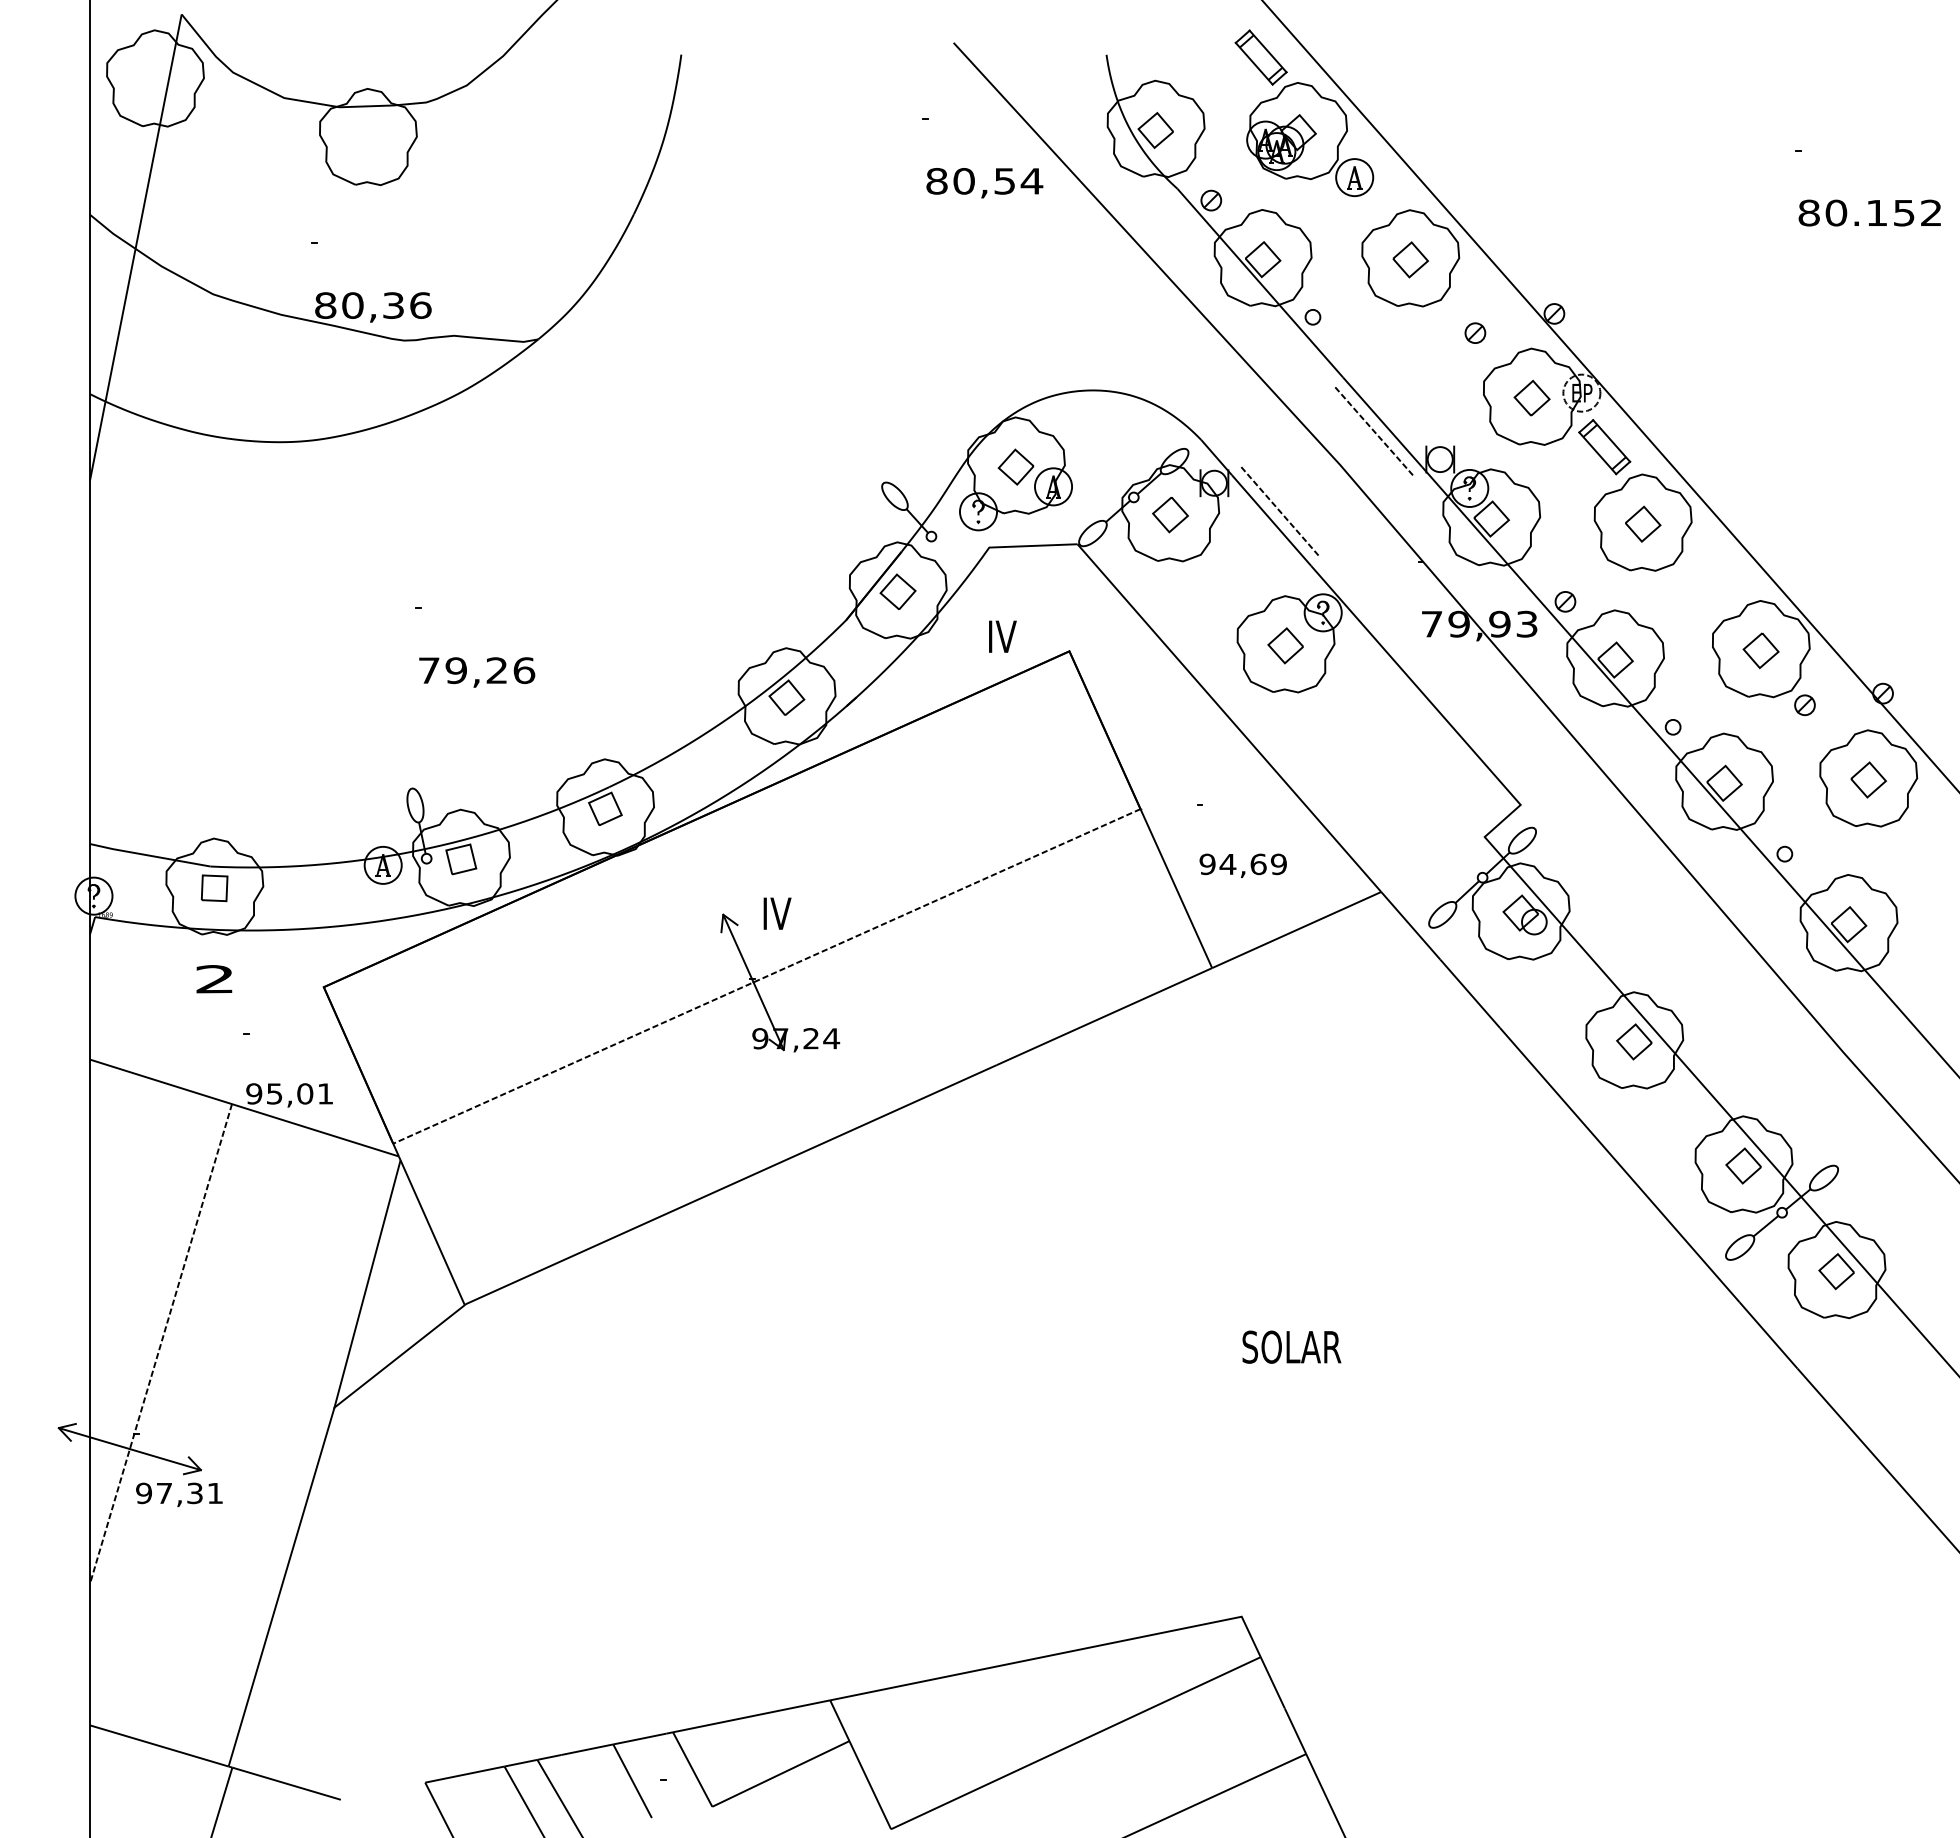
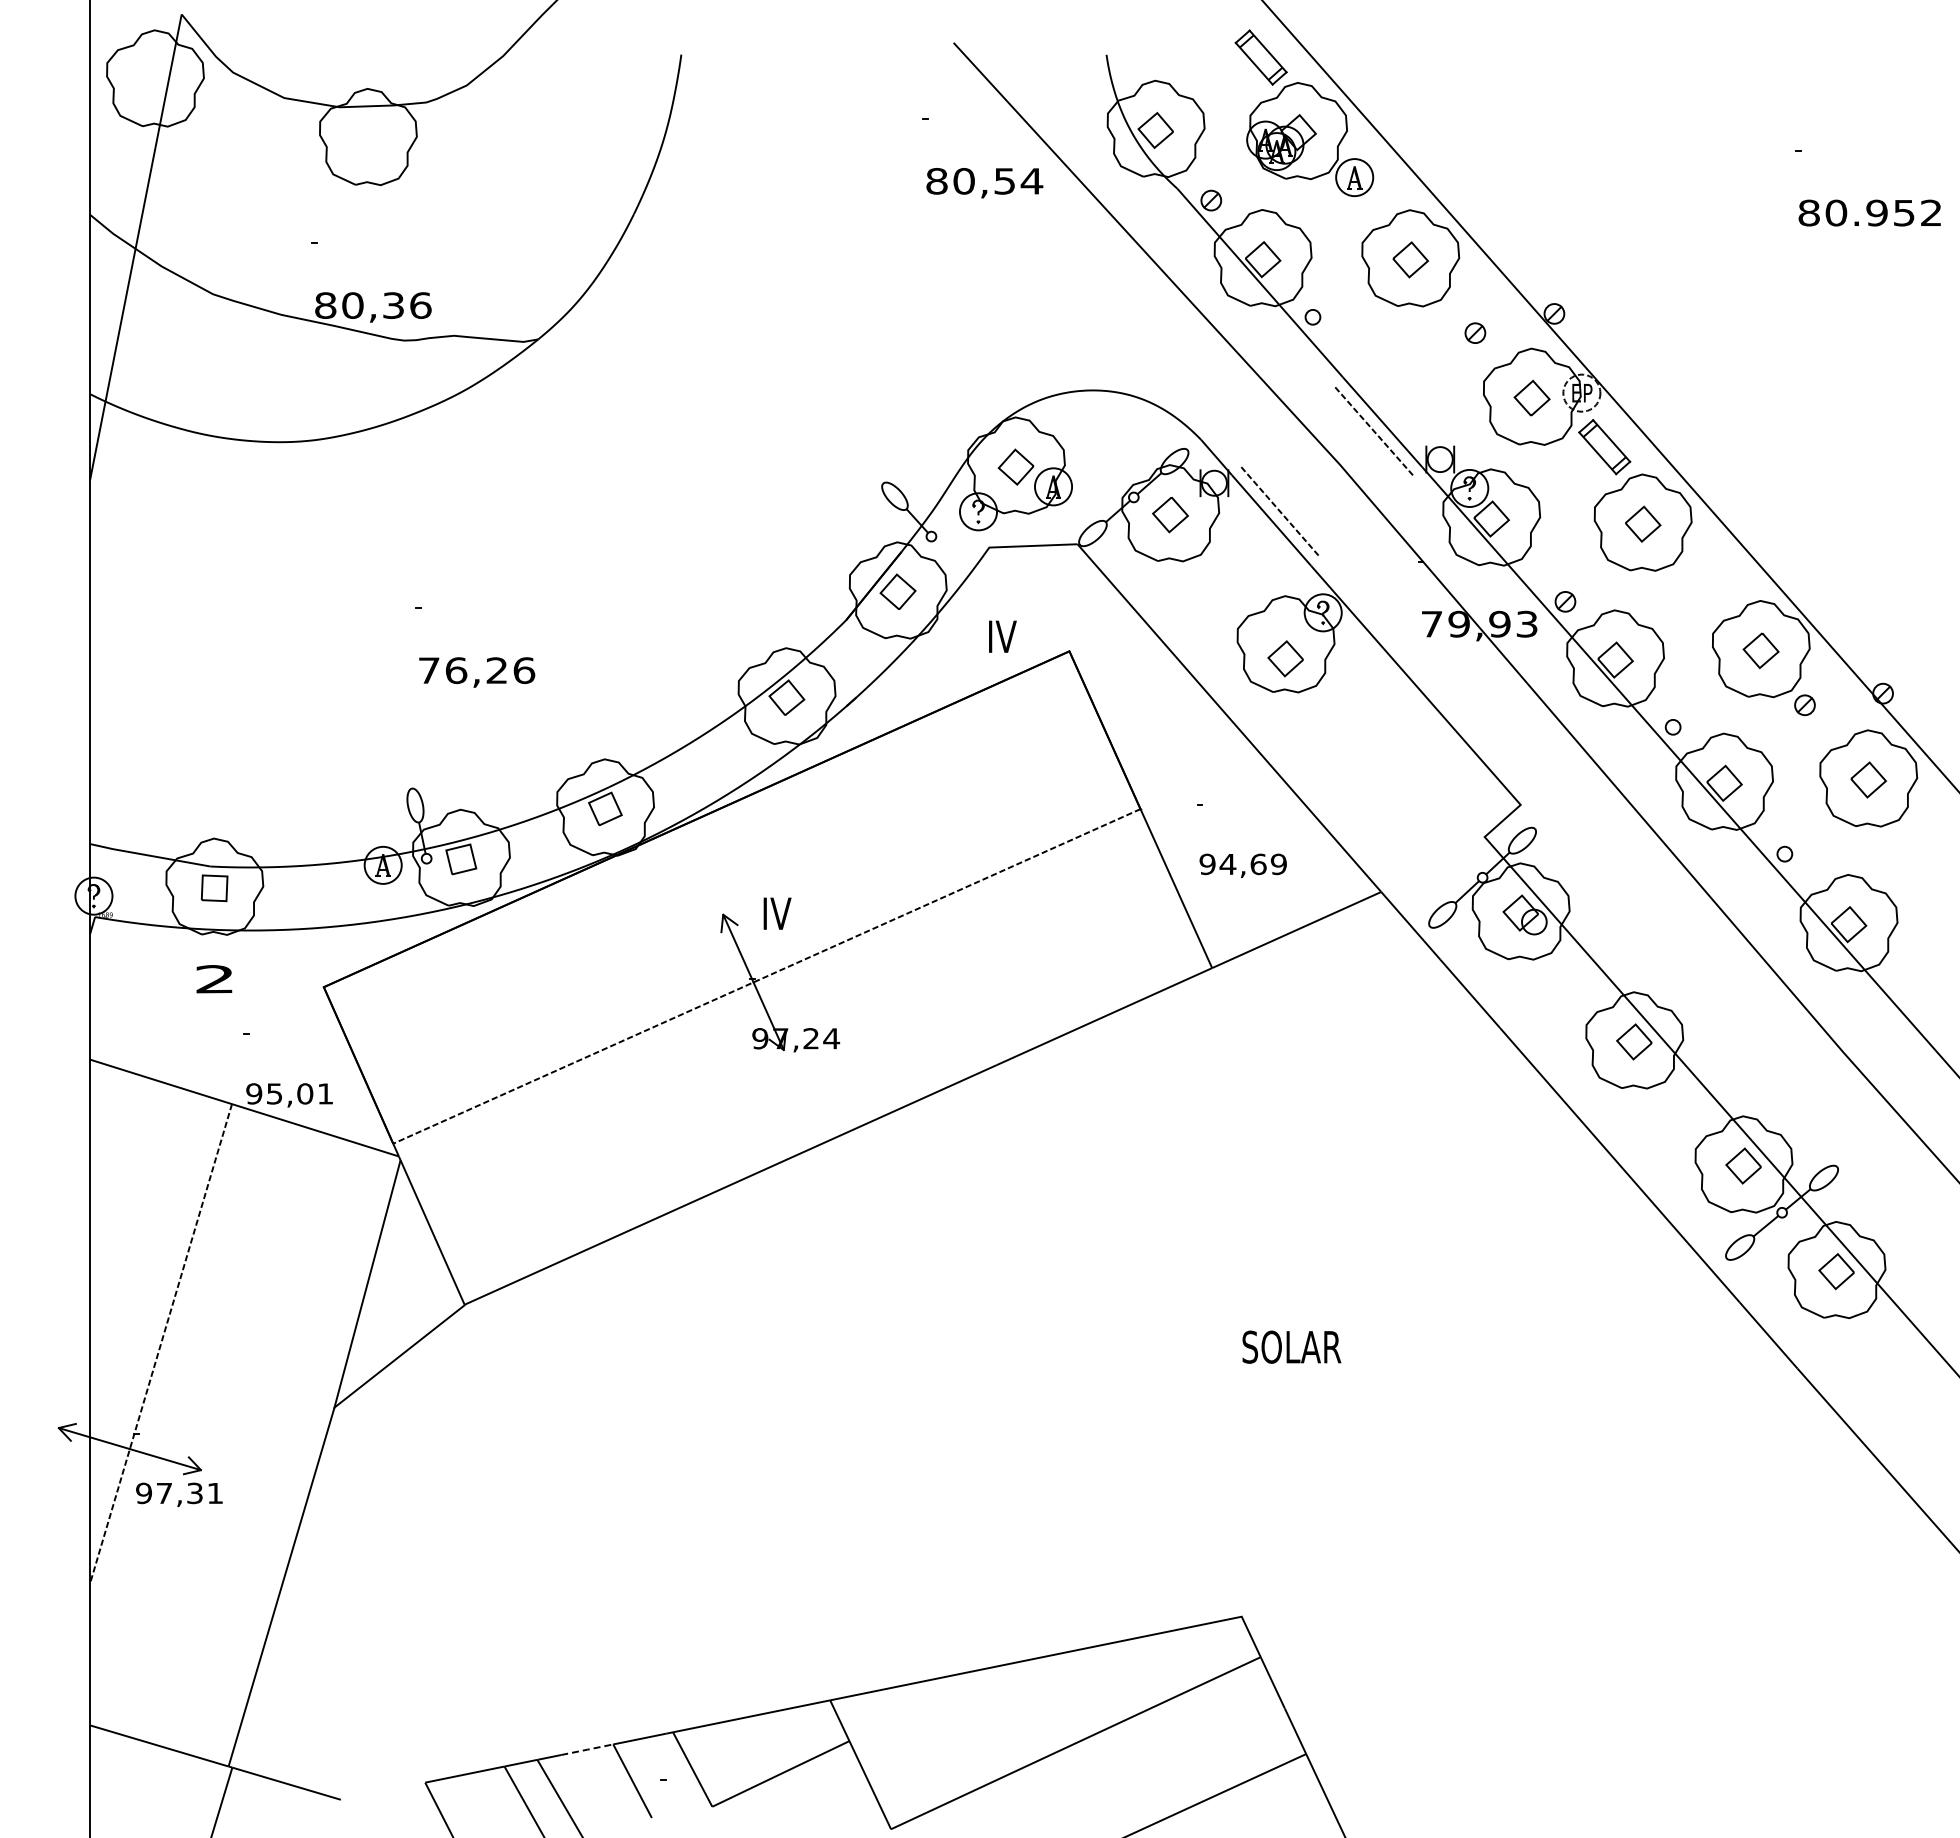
text at (1876, 212): 80.152 -> 80.952
part at (1285, 645) position: (1285, 645) -> (1285, 658)
text at (456, 670): 79,26 -> 76,26
line at (587, 1749): solid -> dashed
